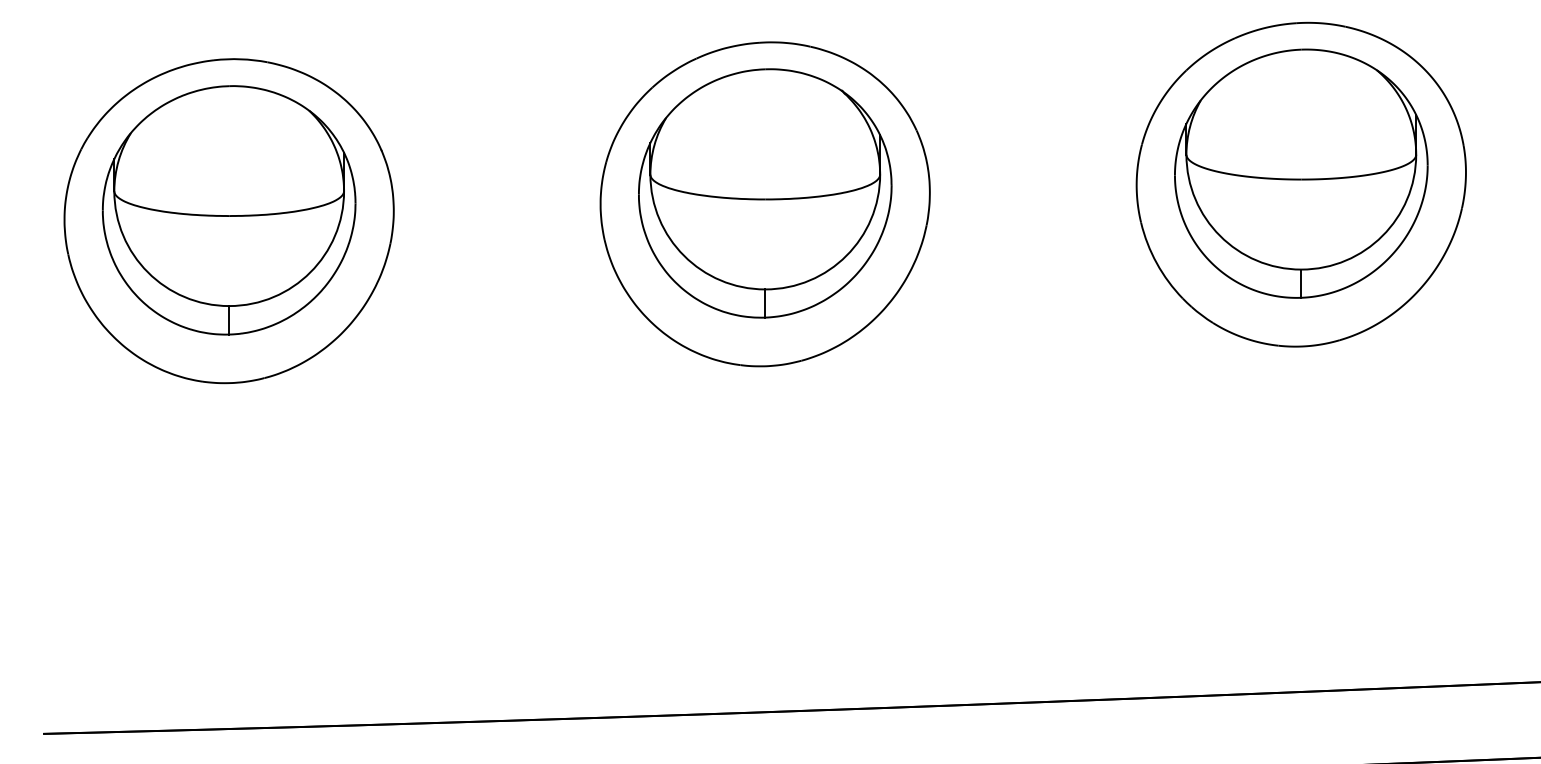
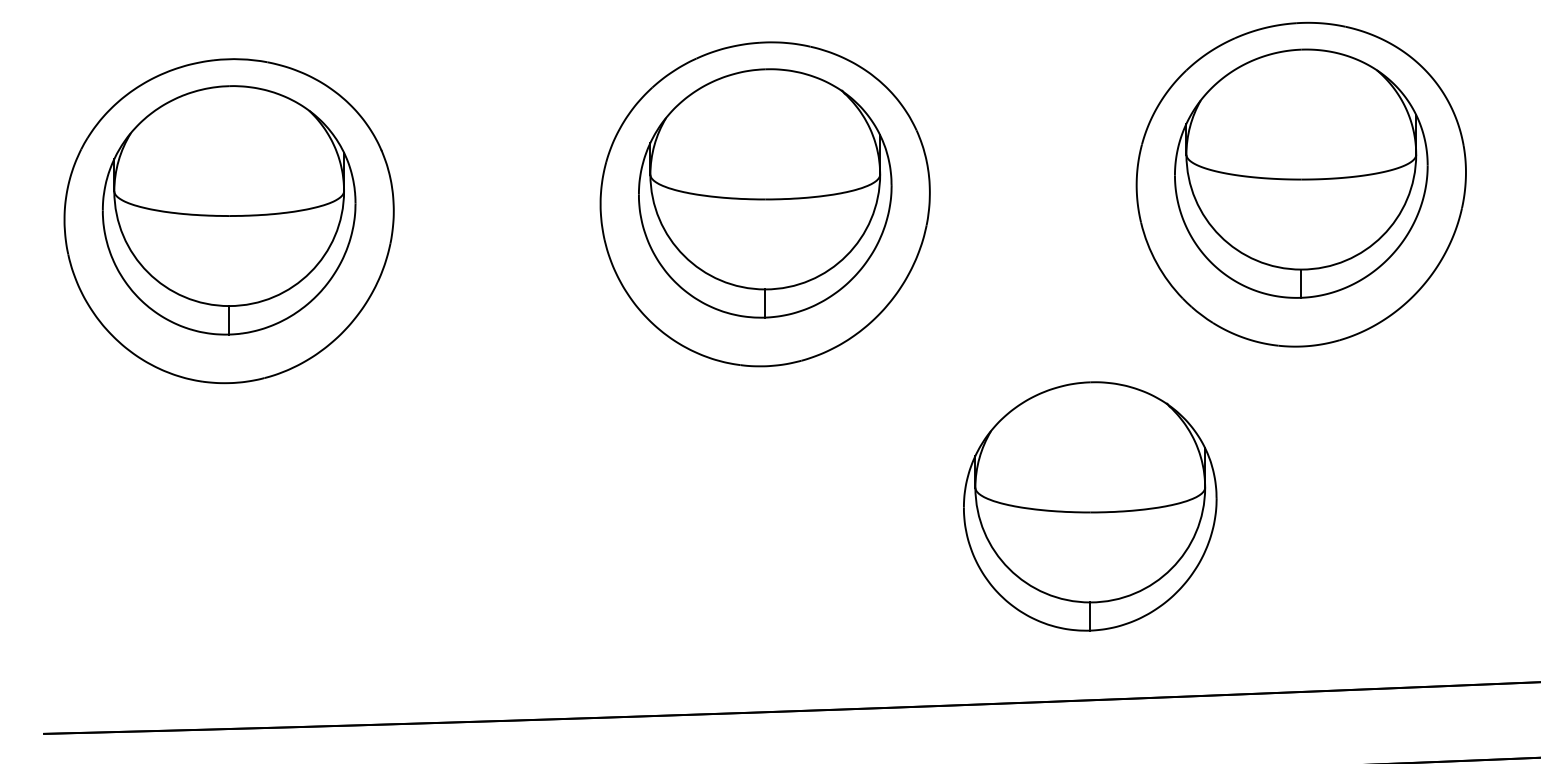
part at (1090, 506): none -> present
